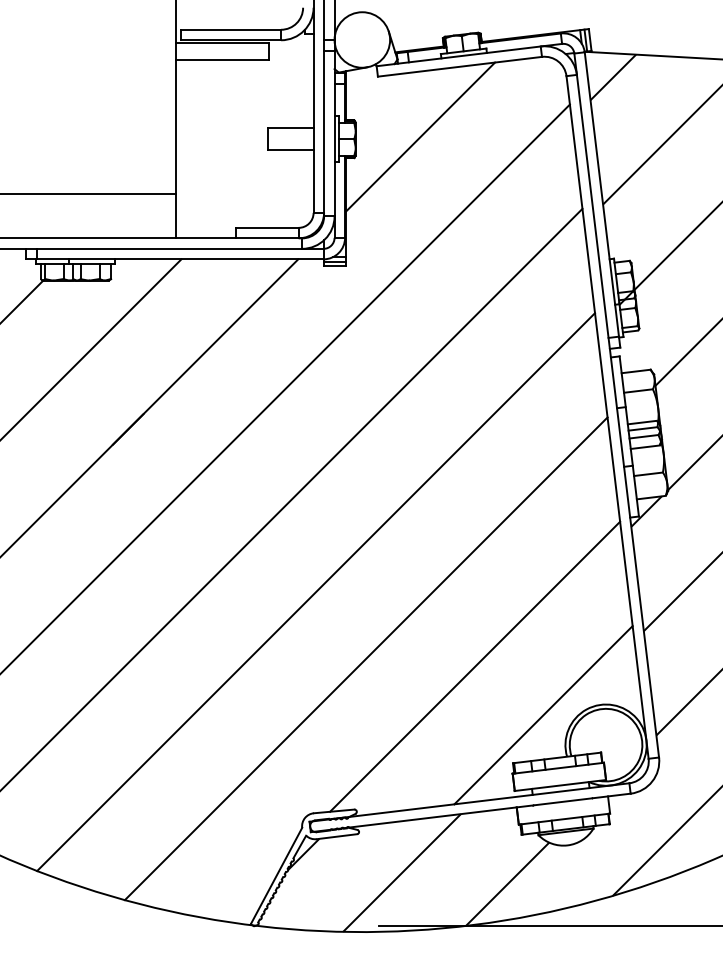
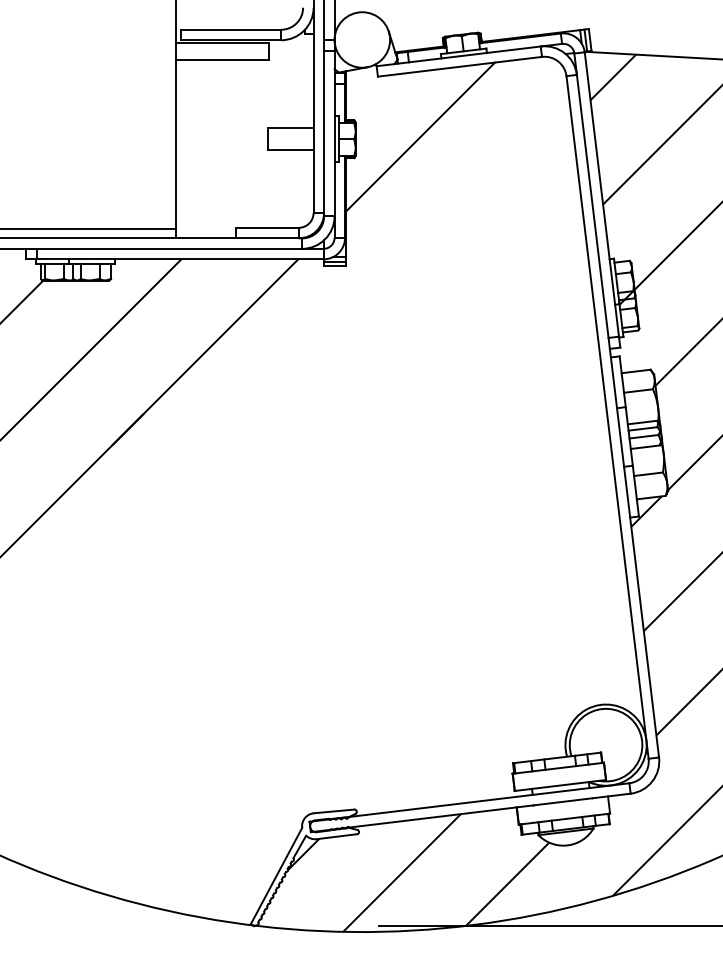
line at (88, 194) position: (88, 194) -> (88, 229)
line at (285, 388): present -> none
line at (292, 498): present -> none
line at (316, 592): present -> none
line at (365, 658): present -> none
line at (475, 666): present -> none
line at (543, 715): present -> none
